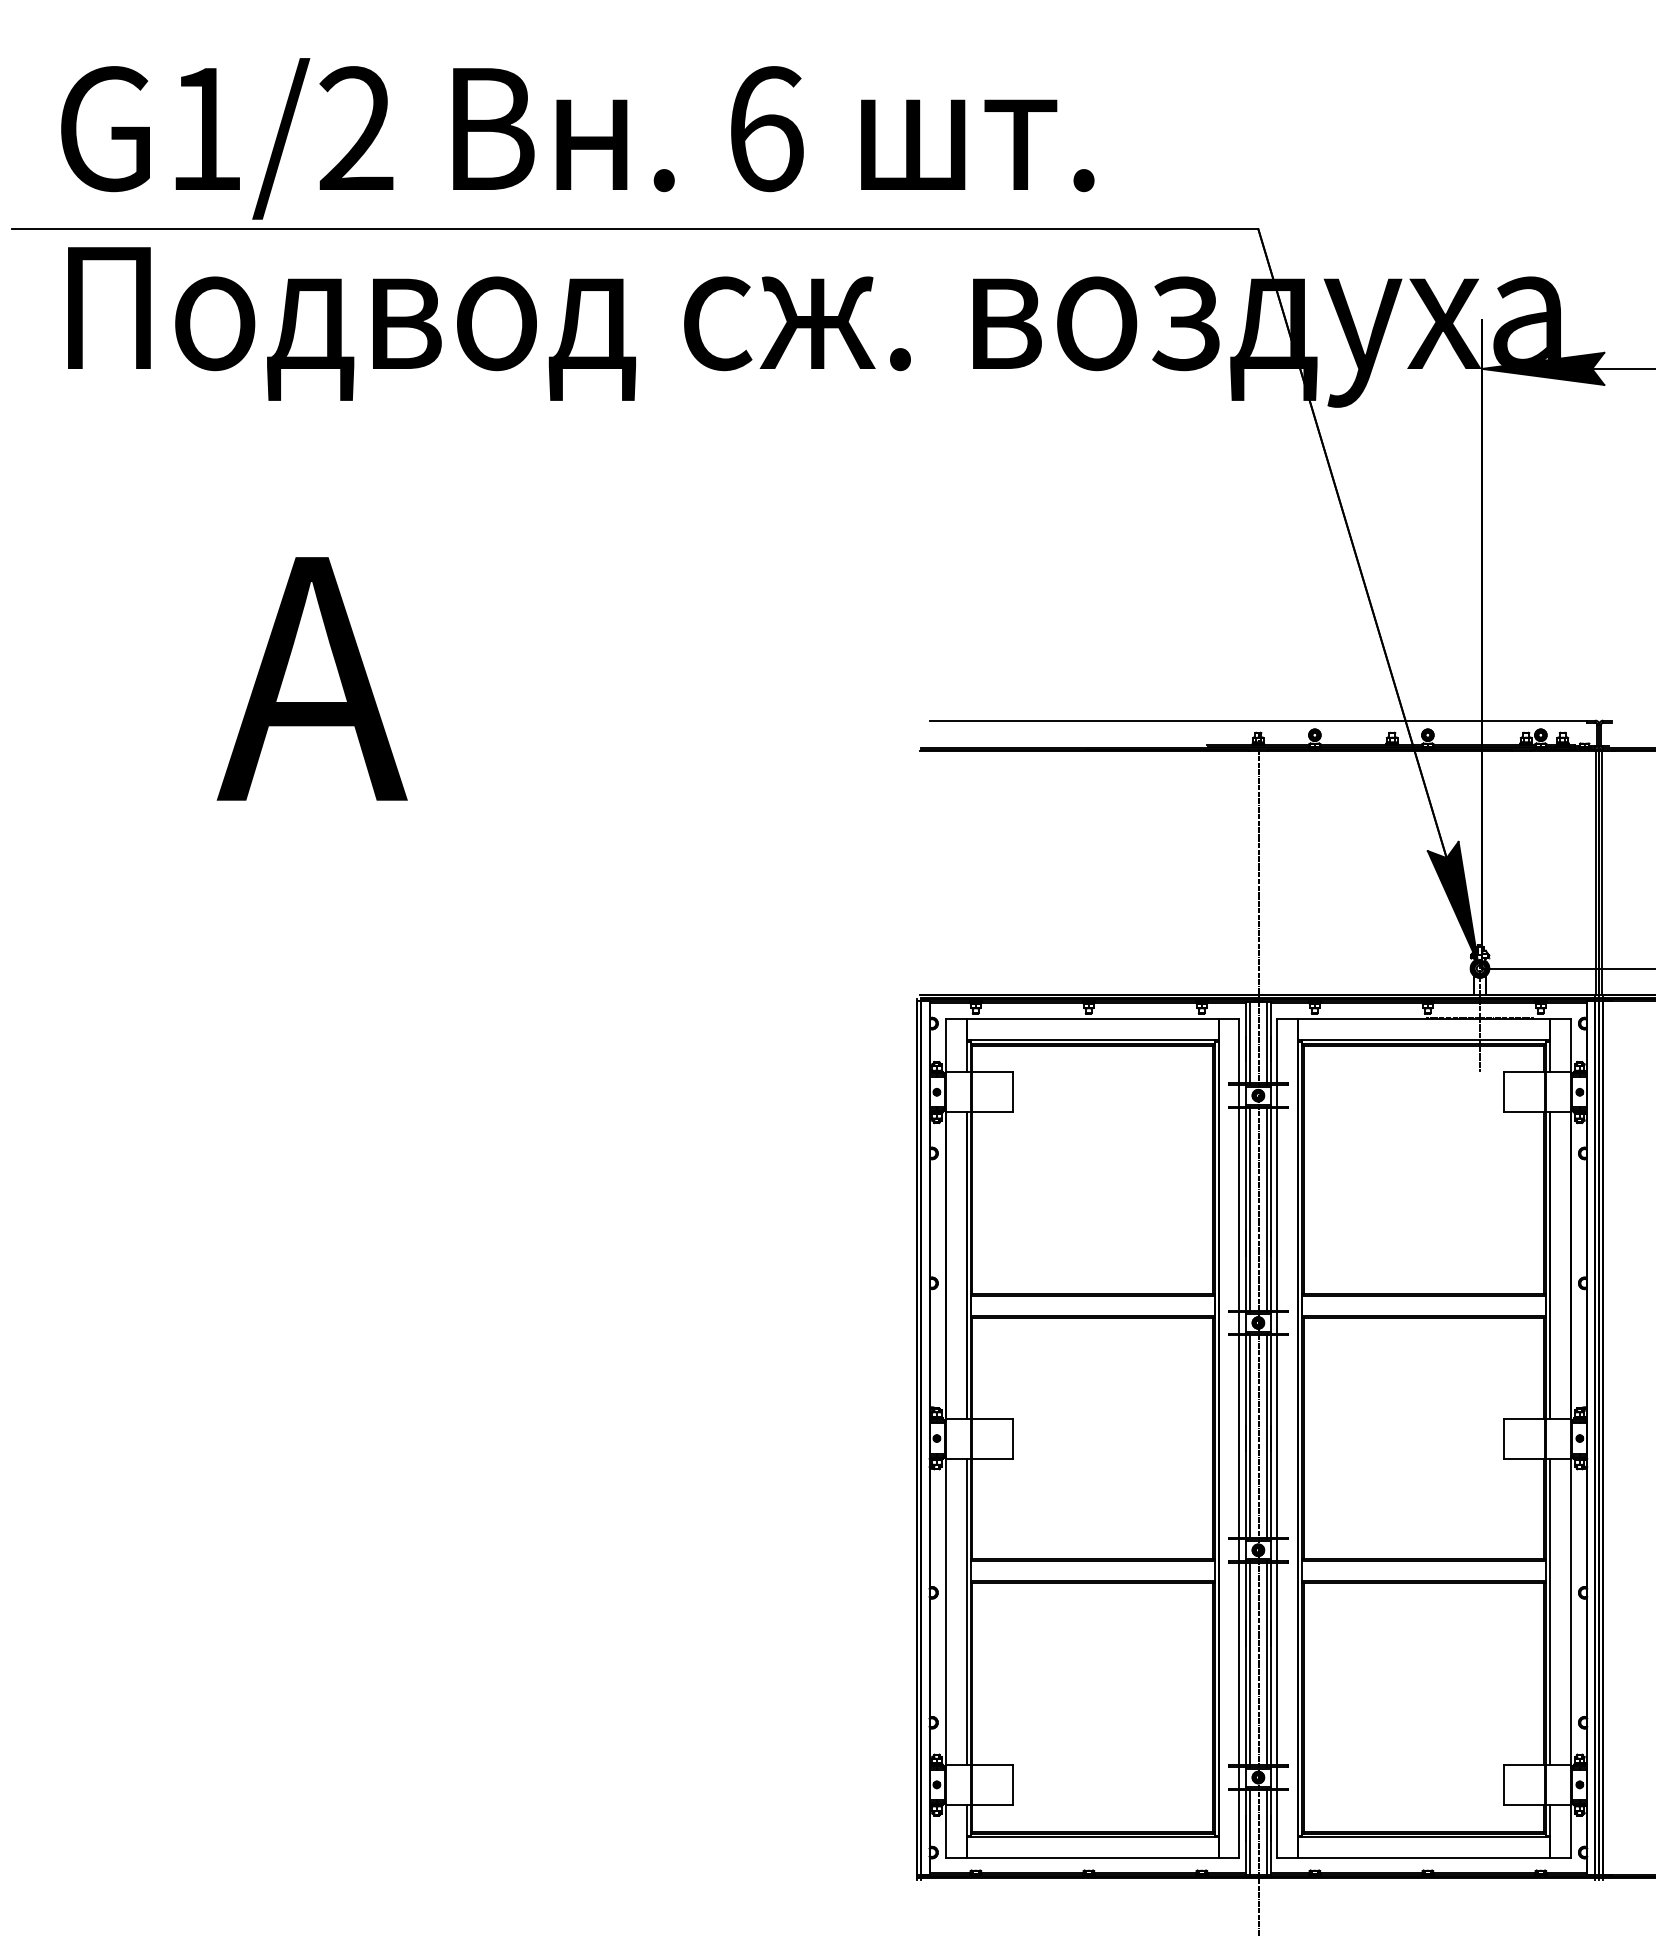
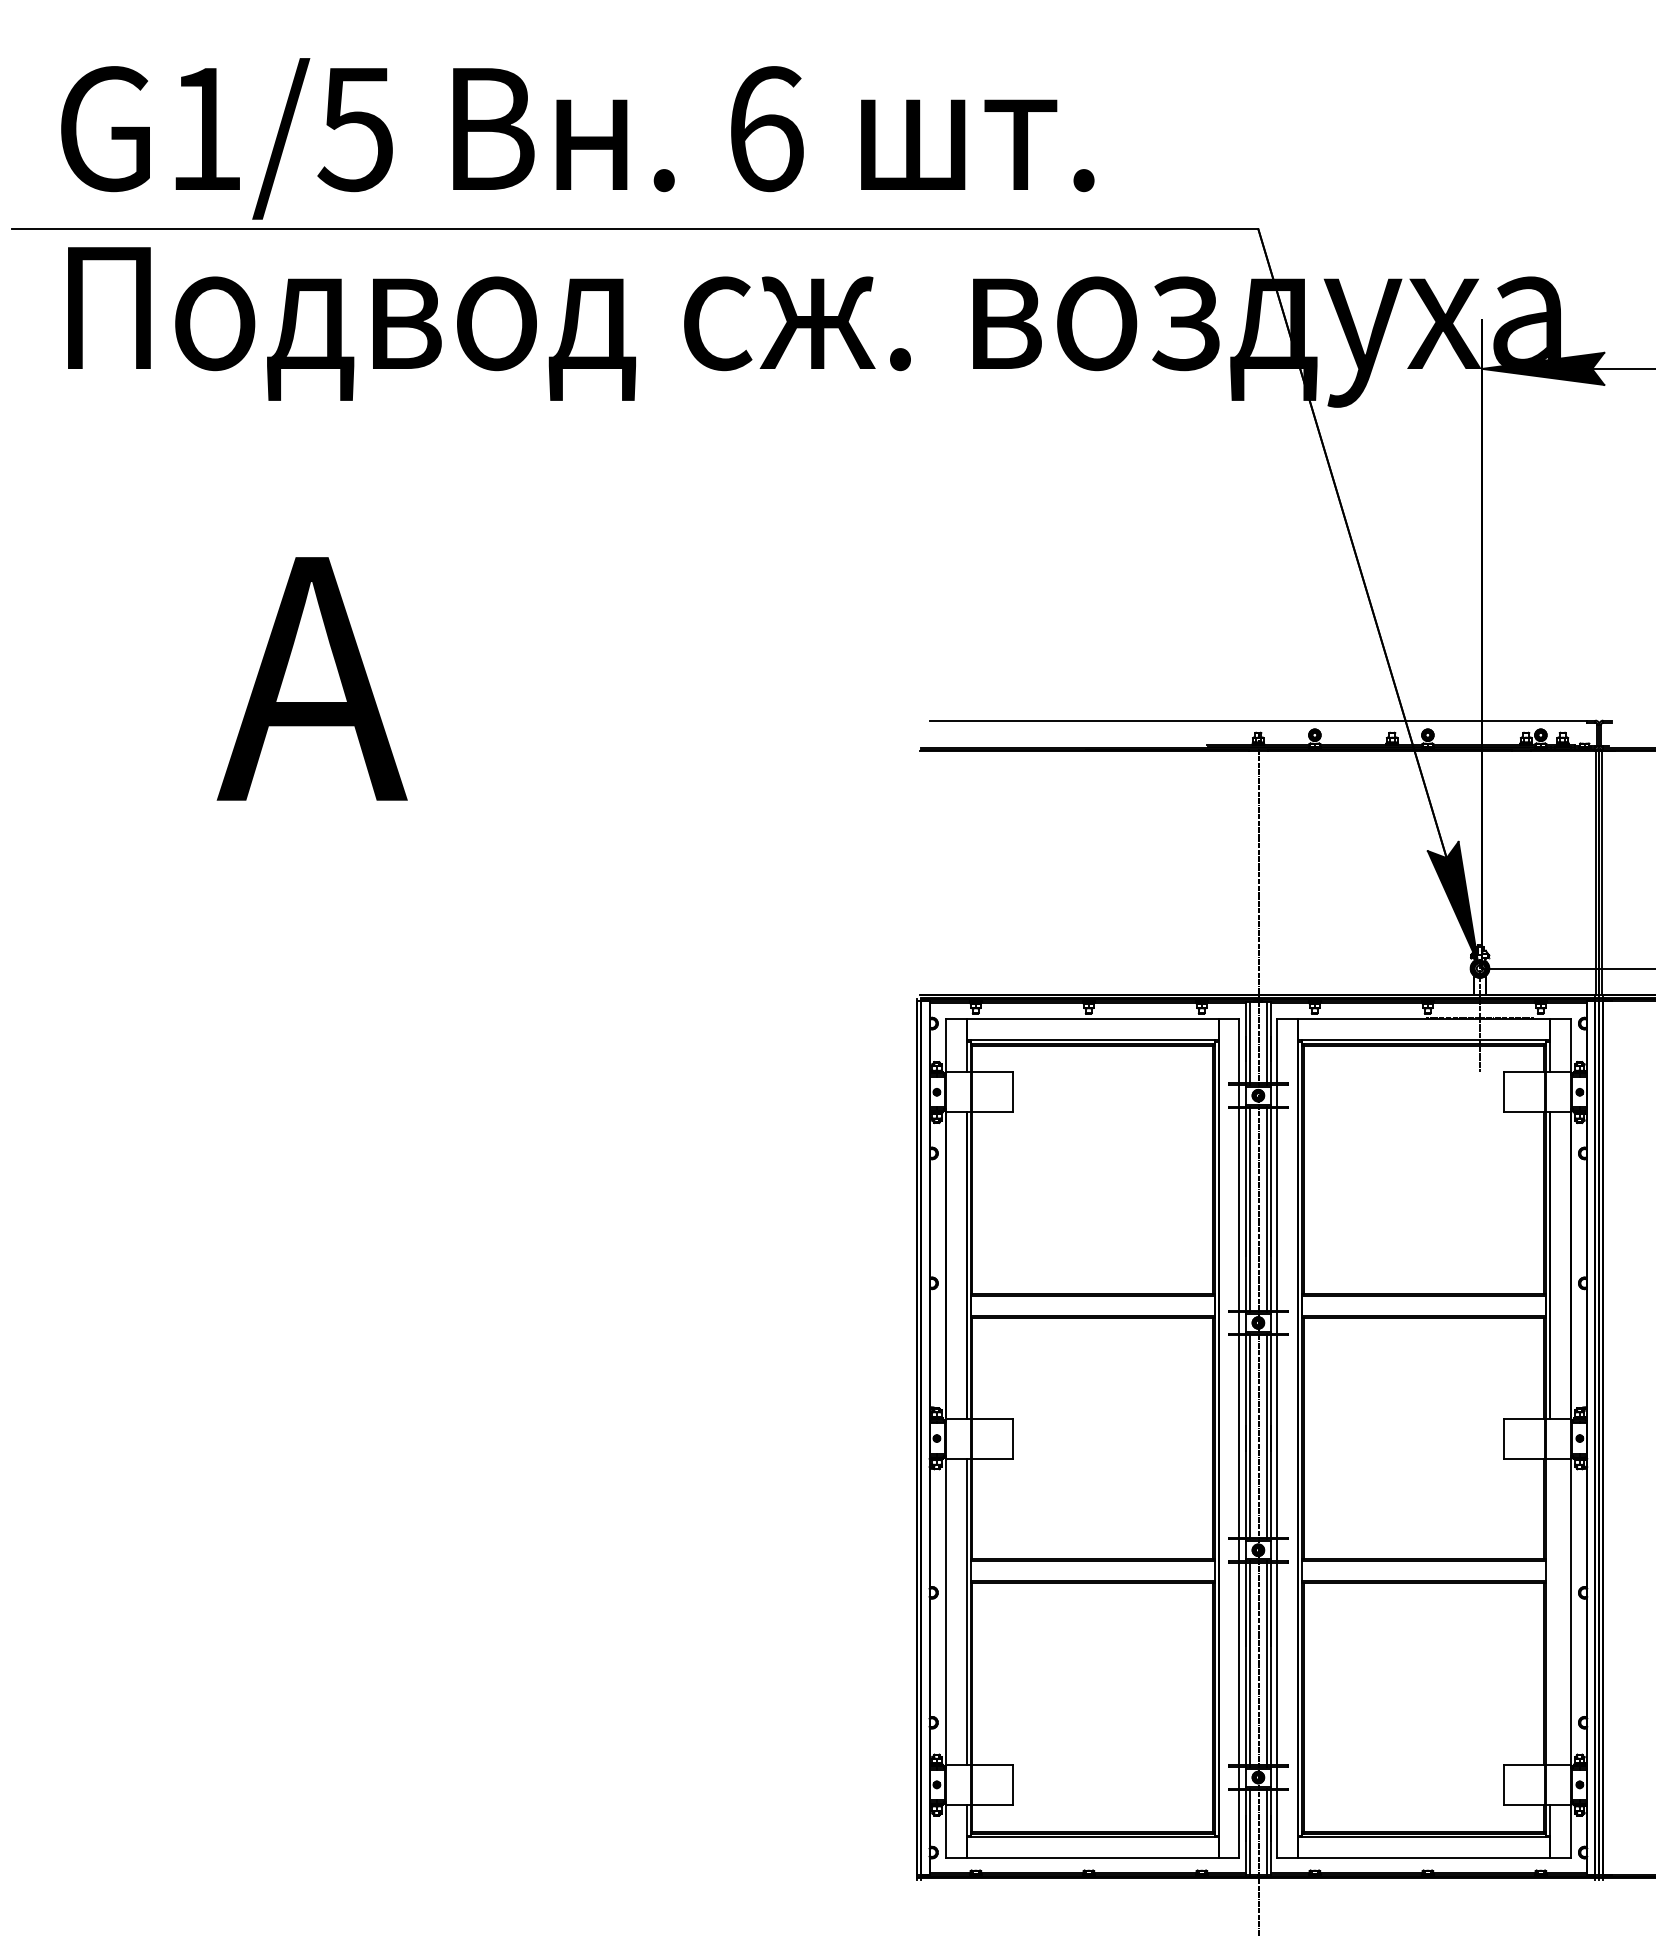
text at (355, 129): G1/2 -> G1/5
line at (1550, 1611): present -> none
